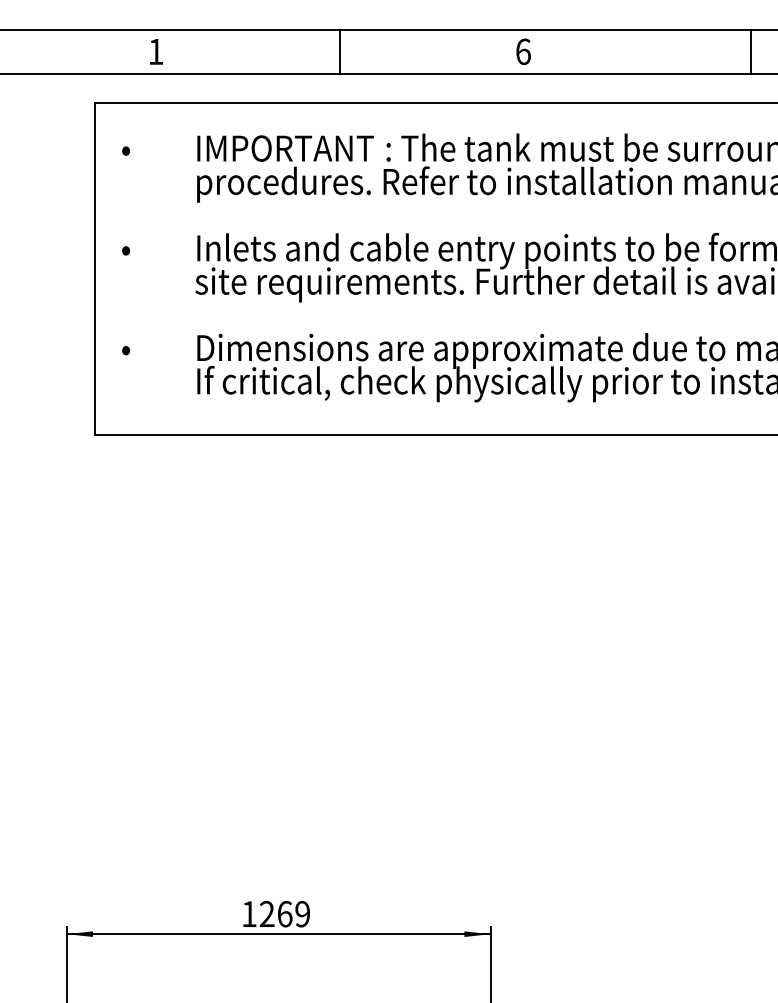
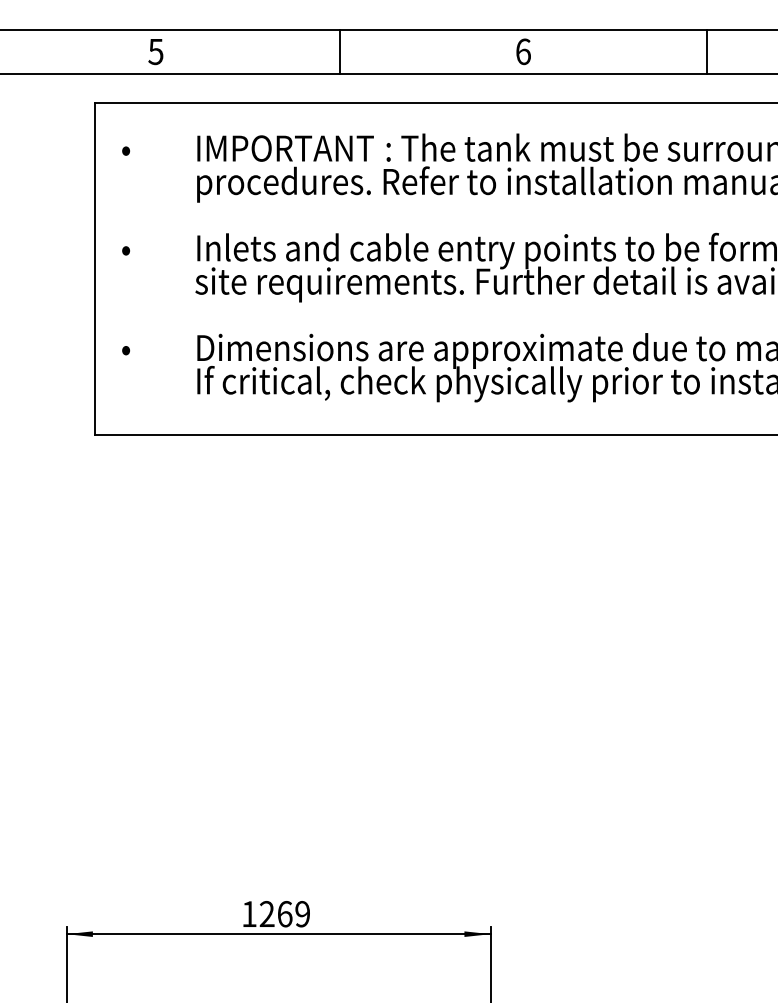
text at (155, 52): 1 -> 5
line at (751, 52) position: (751, 52) -> (707, 52)
